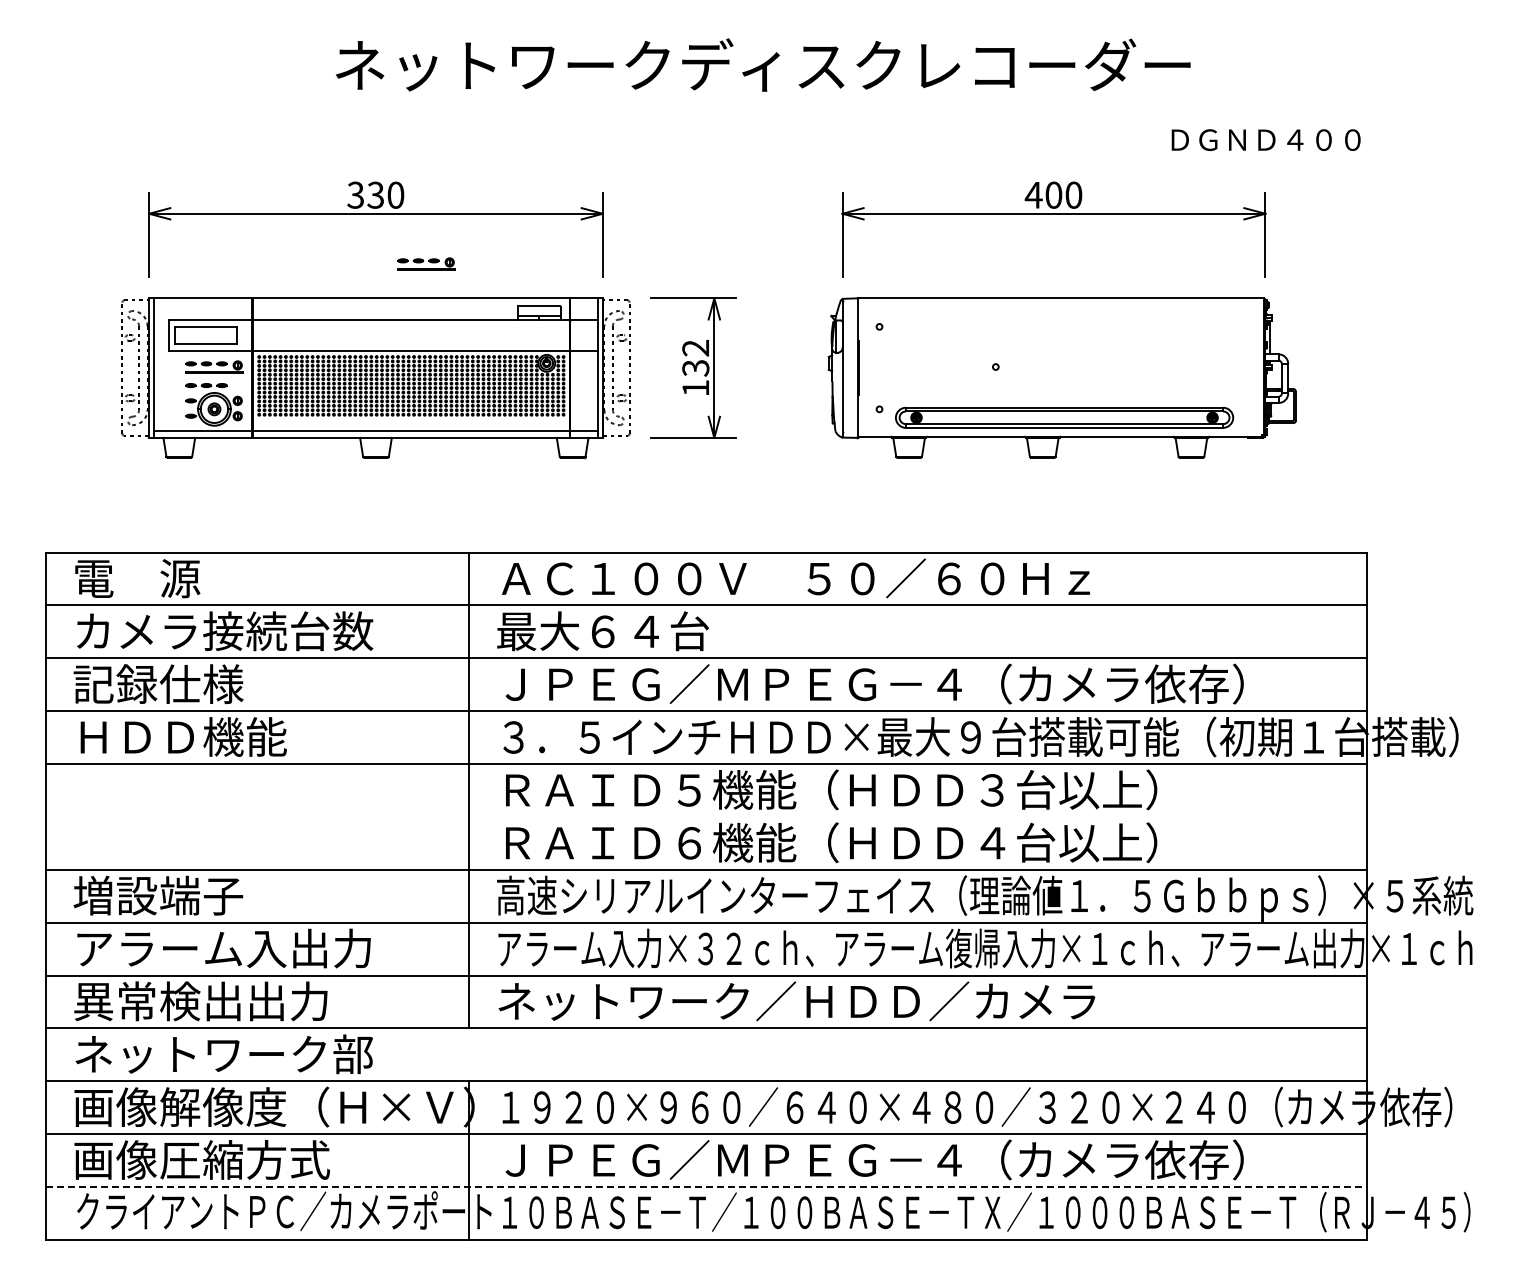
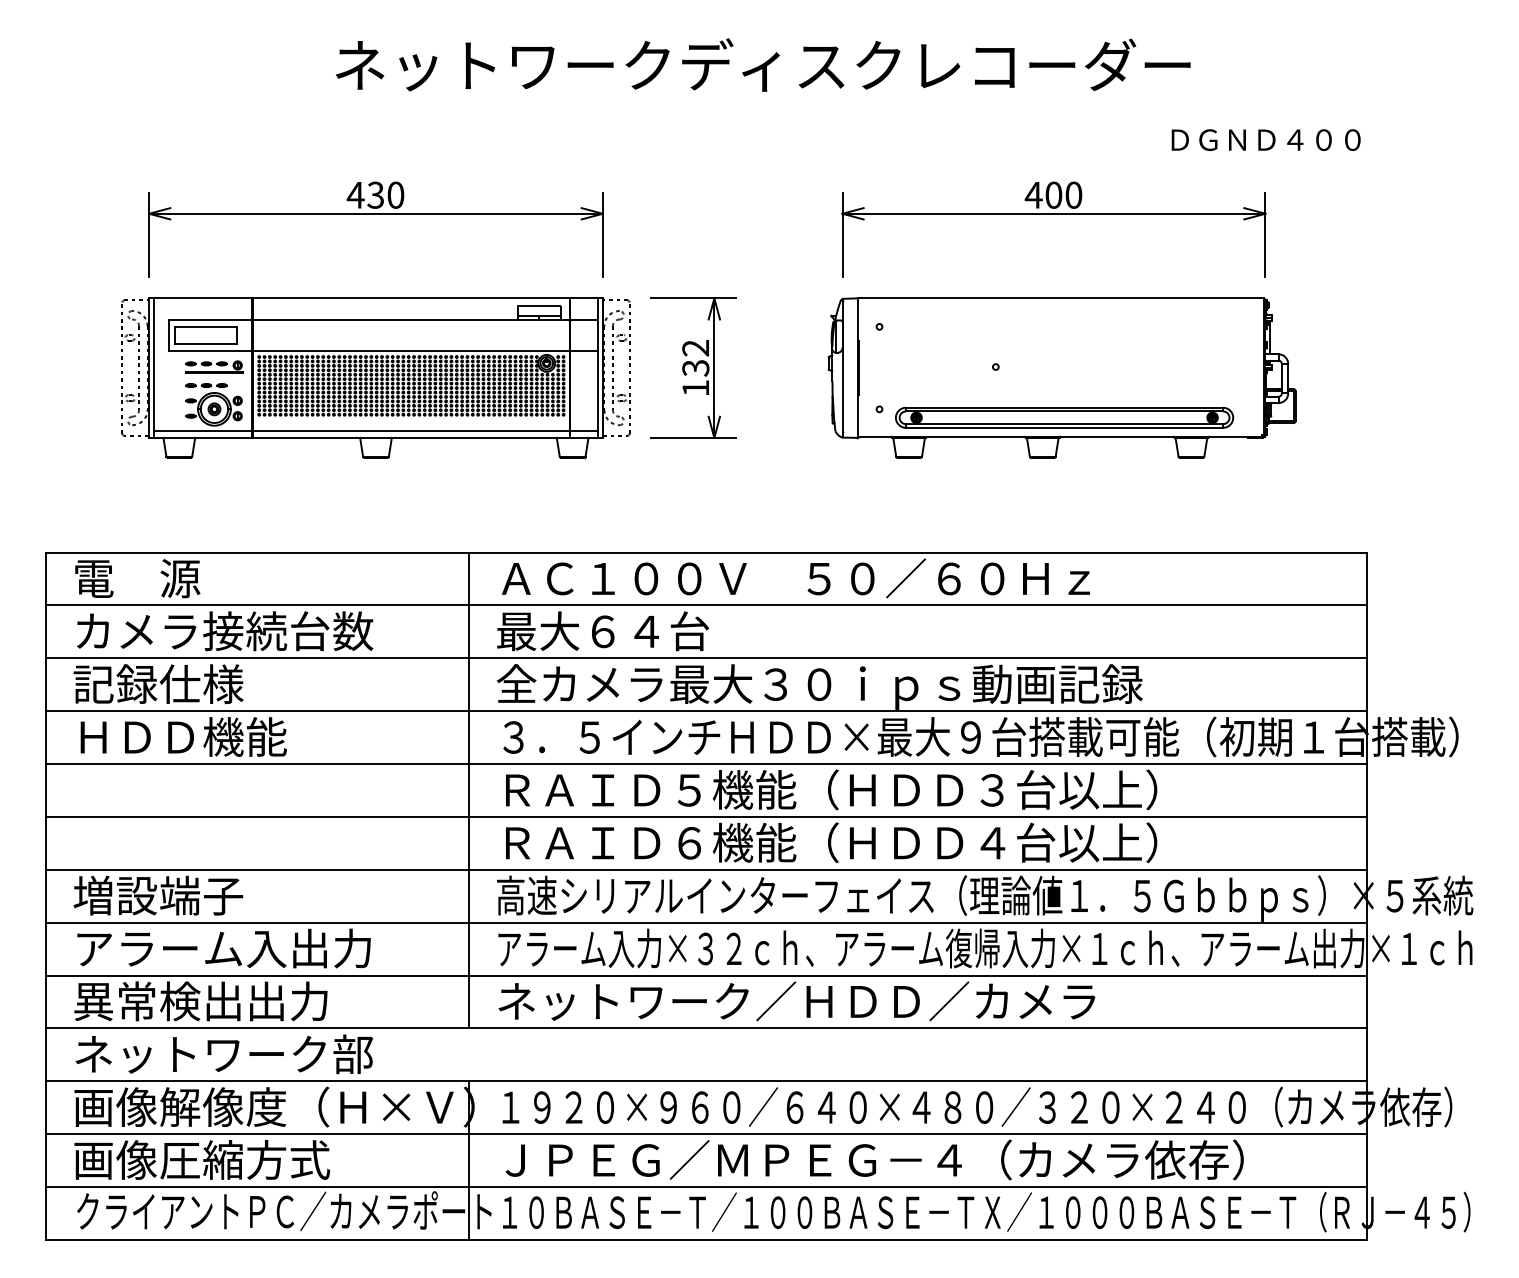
text at (355, 194): 330 -> 430
part at (426, 263): present -> none
text at (869, 686): ＪＰＥＧ／ＭＰＥＧ－４（カメラ依存） -> 全カメラ最大３０ｉｐｓ動画記録
line at (706, 816): none -> present
line at (706, 1186): dashed -> solid
